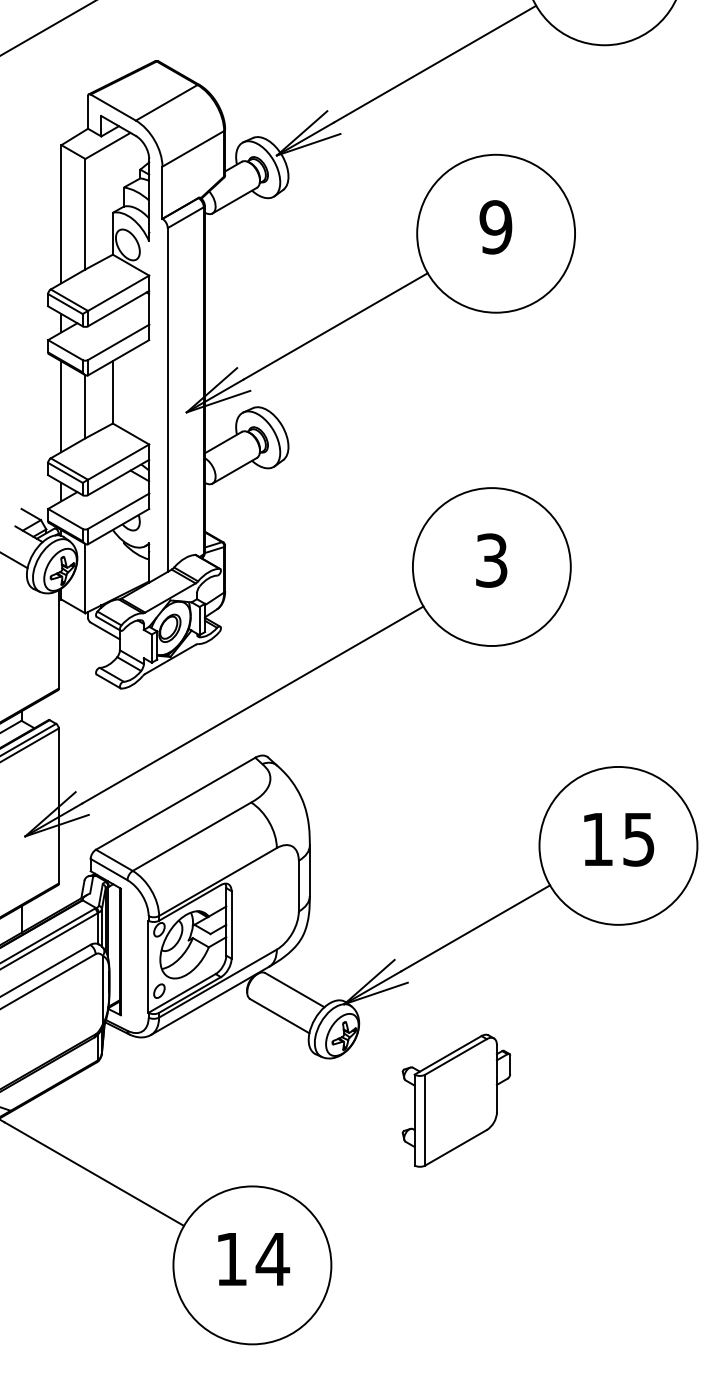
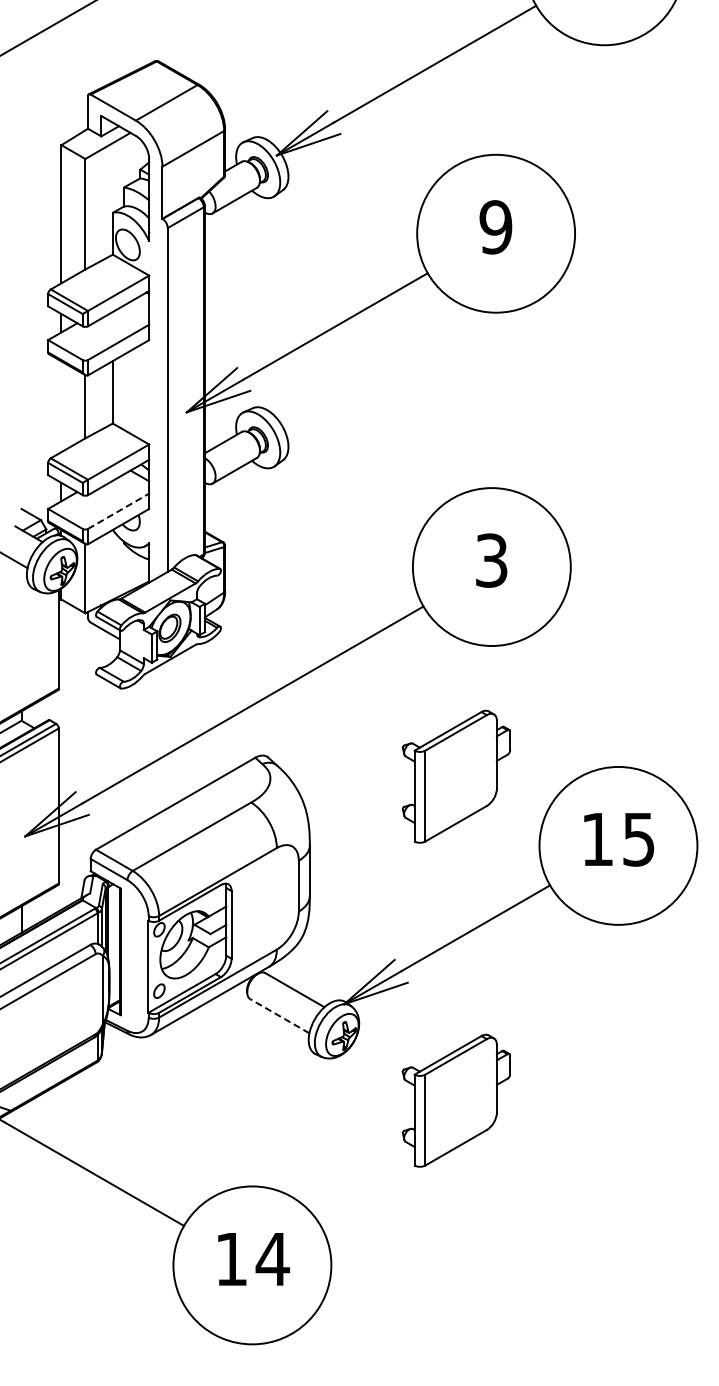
line at (61, 406): present -> none
line at (119, 511): solid -> dashed
part at (456, 776): none -> present
line at (279, 1015): solid -> dashed
